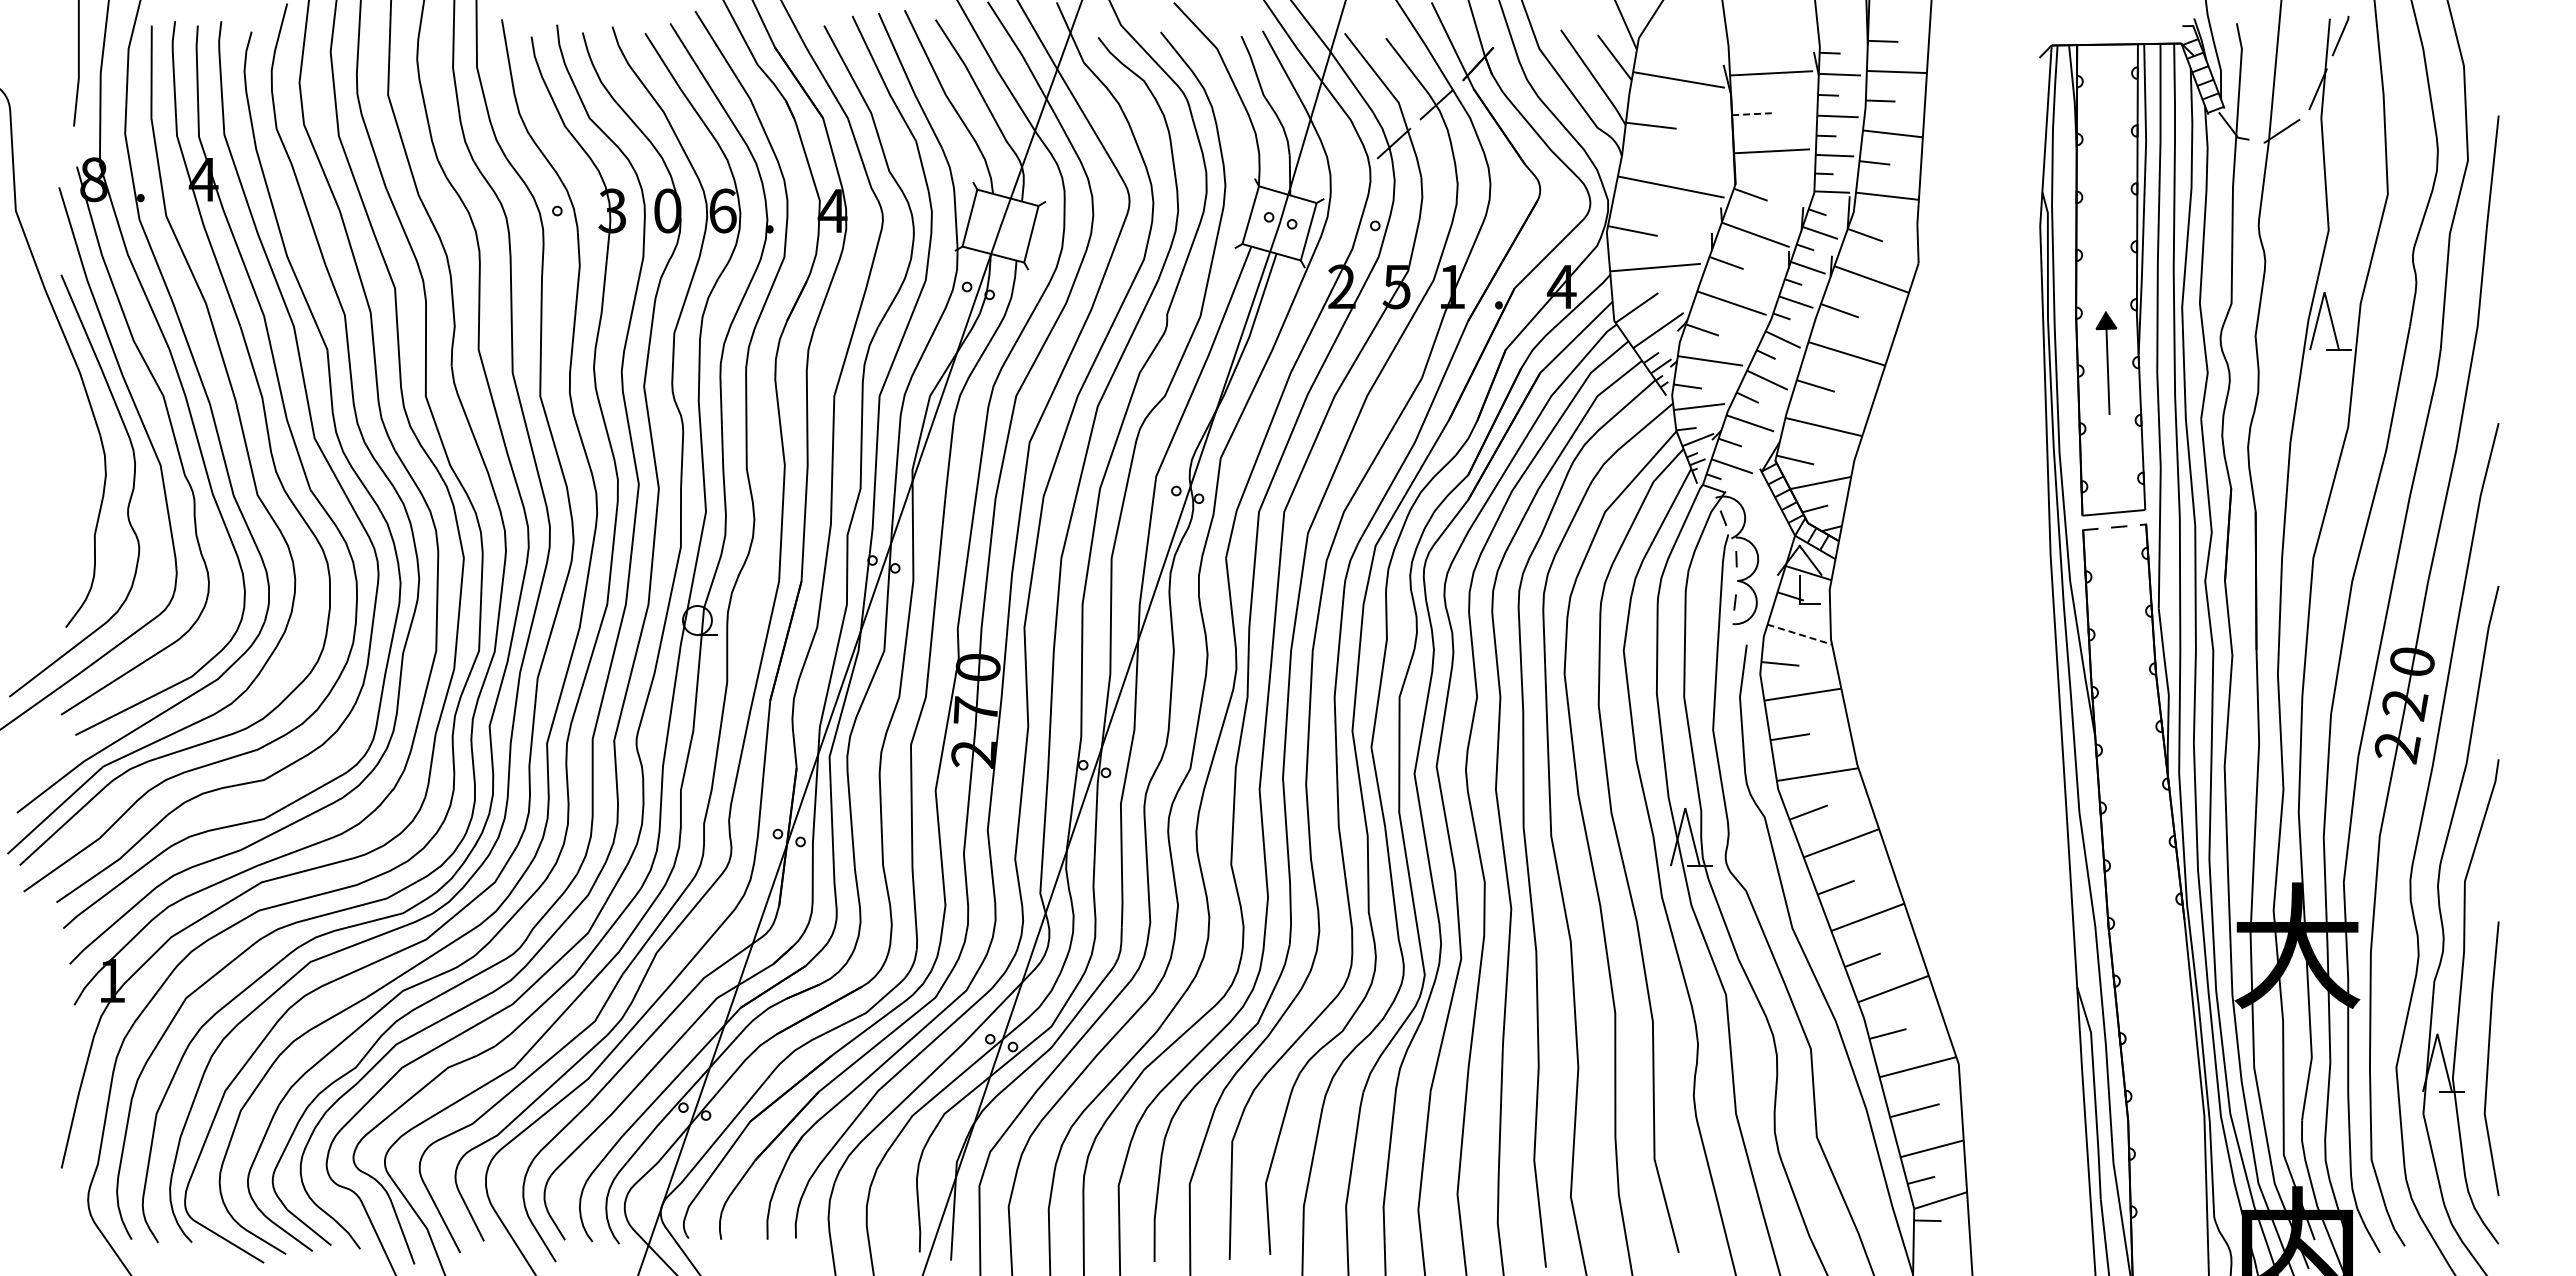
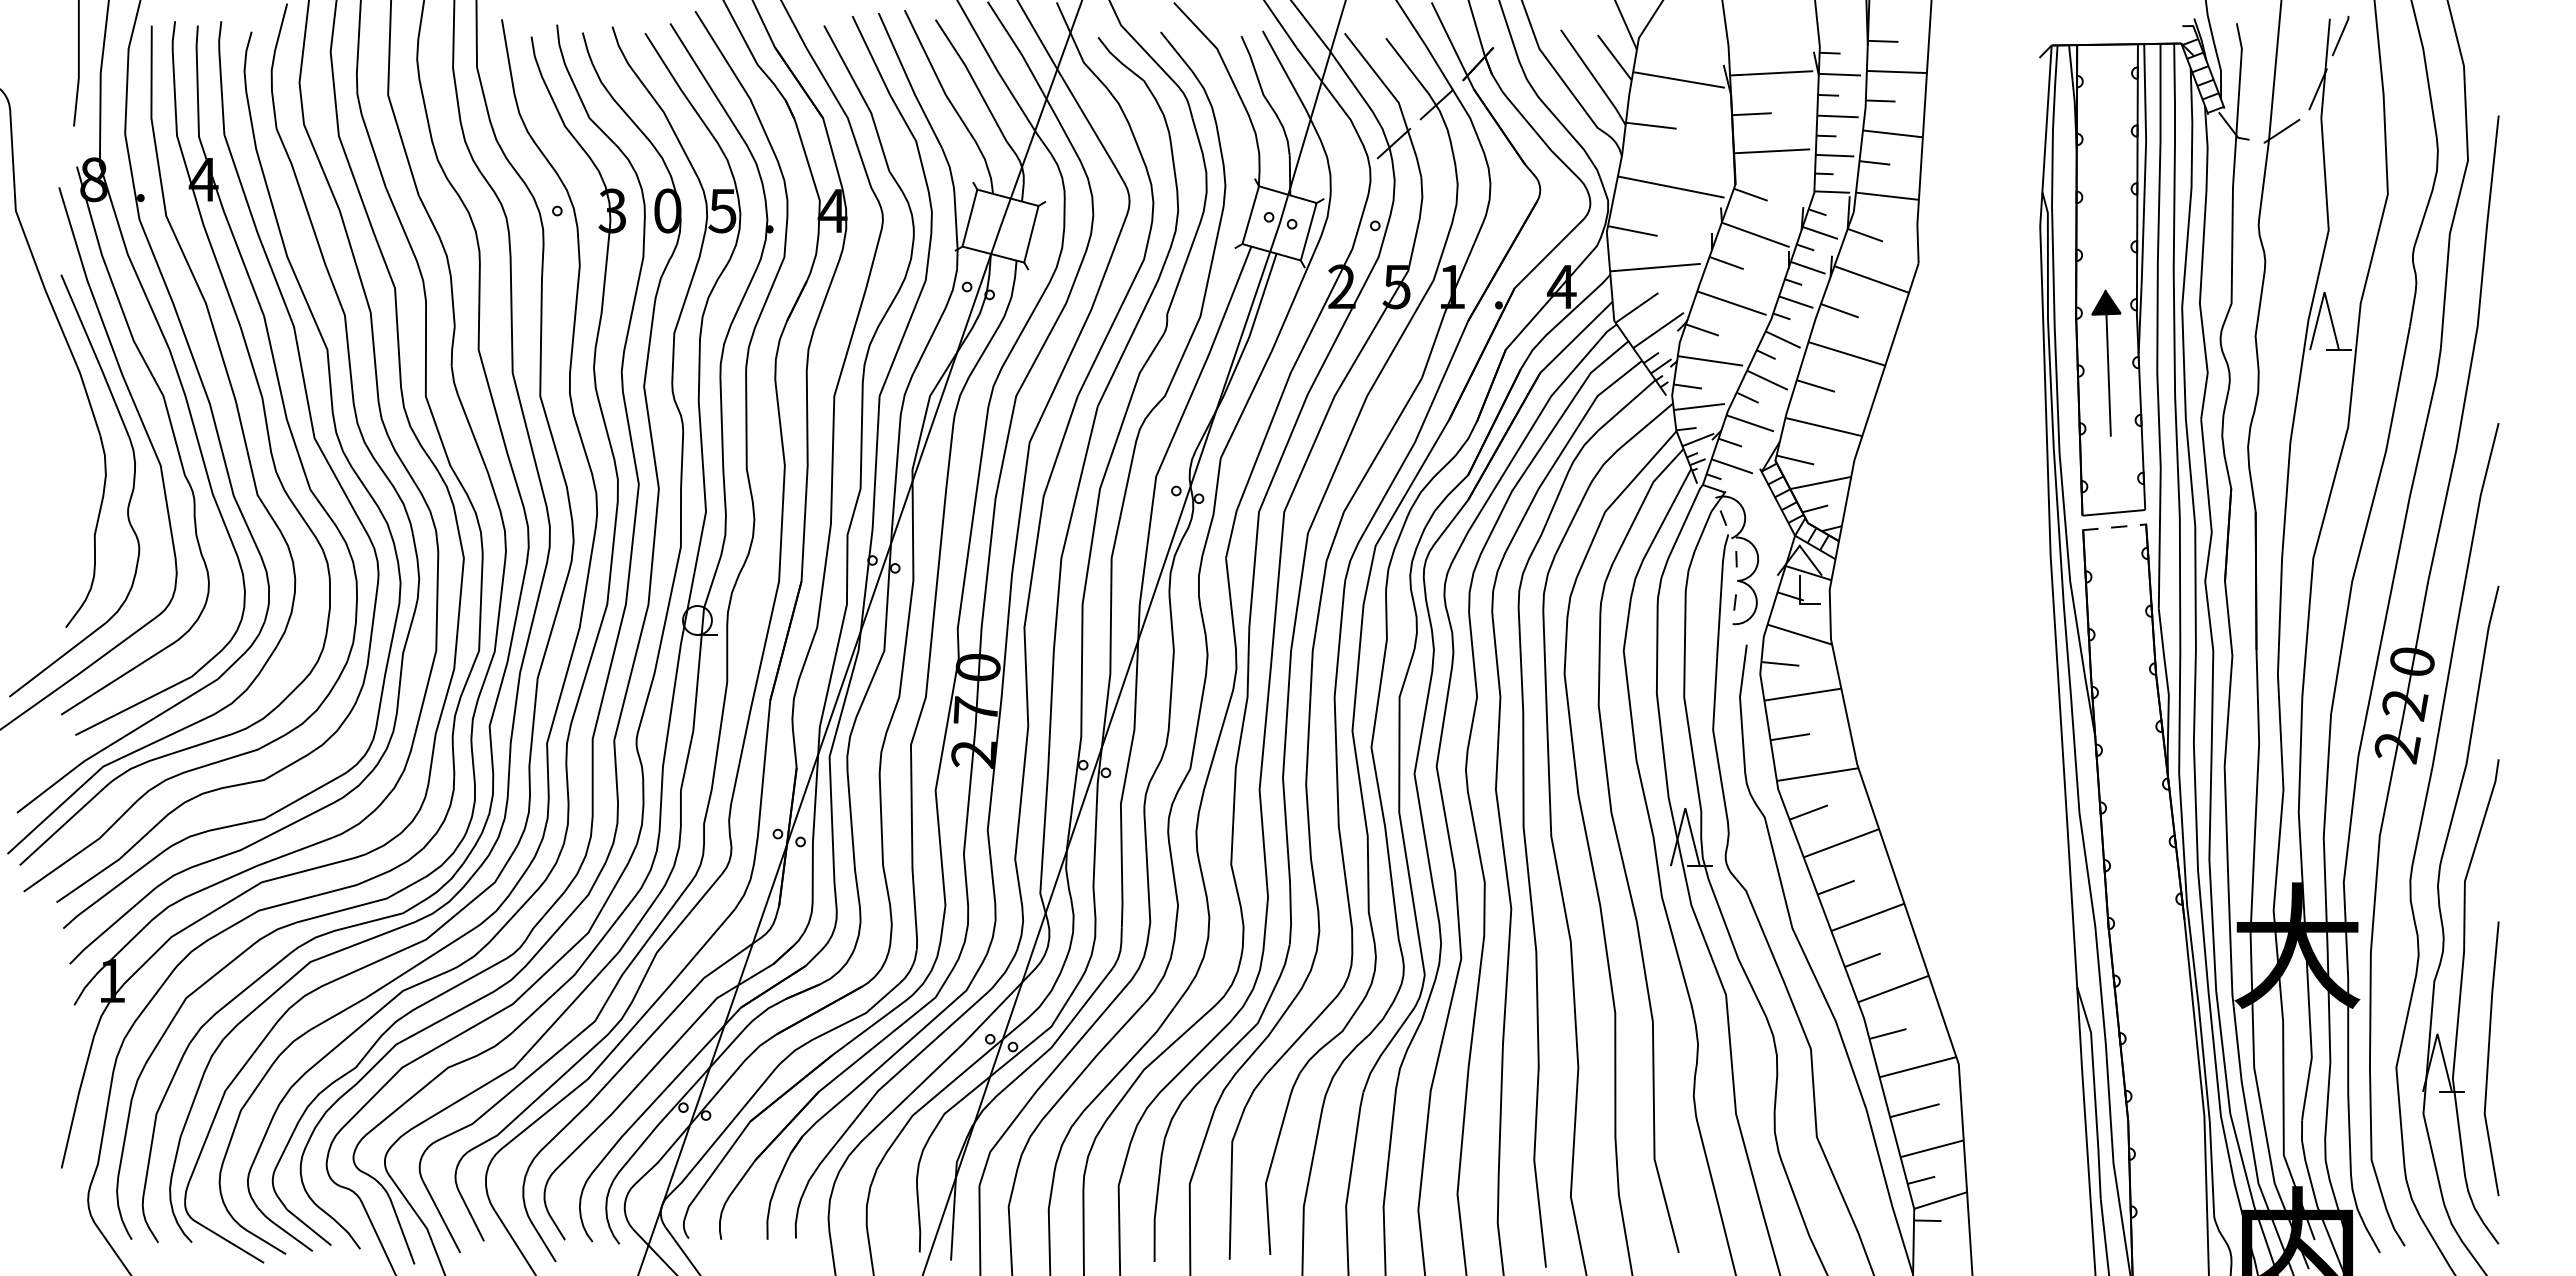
line at (1751, 114): dashed -> solid
text at (722, 210): 6 -> 5
part at (2106, 362) size: 23x104 px -> 31x148 px
line at (1799, 634): dashed -> solid
